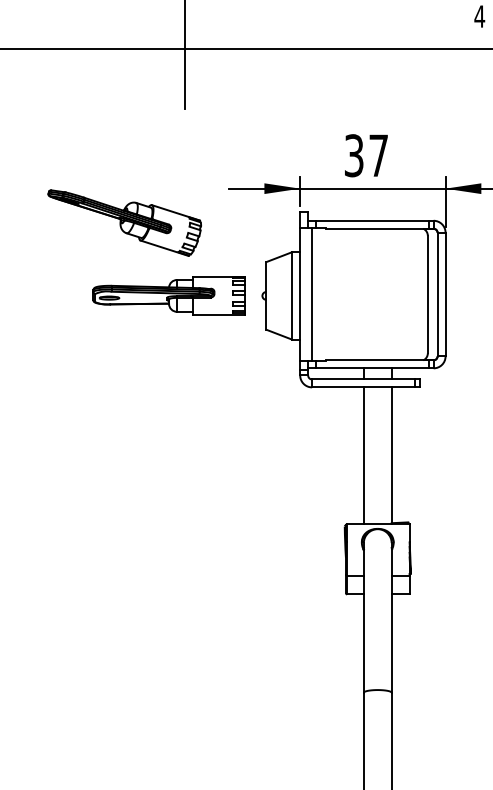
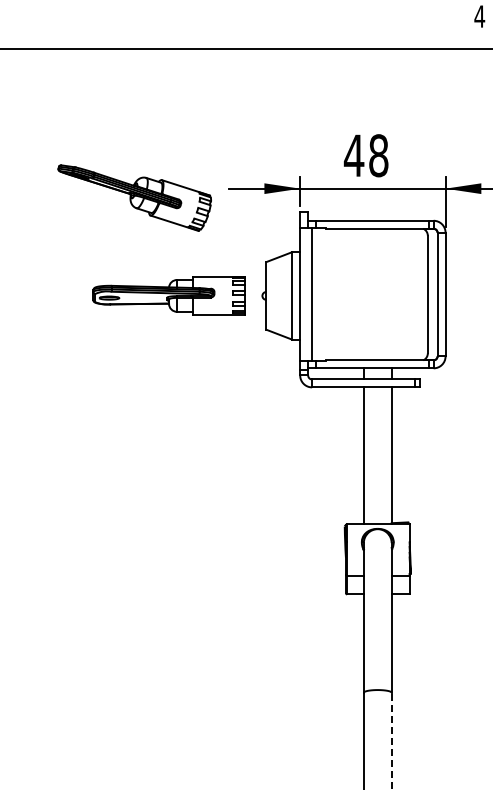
line at (184, 55): present -> none
text at (365, 155): 37 -> 48
part at (124, 222) position: (124, 222) -> (134, 197)
line at (391, 740): solid -> dashed
